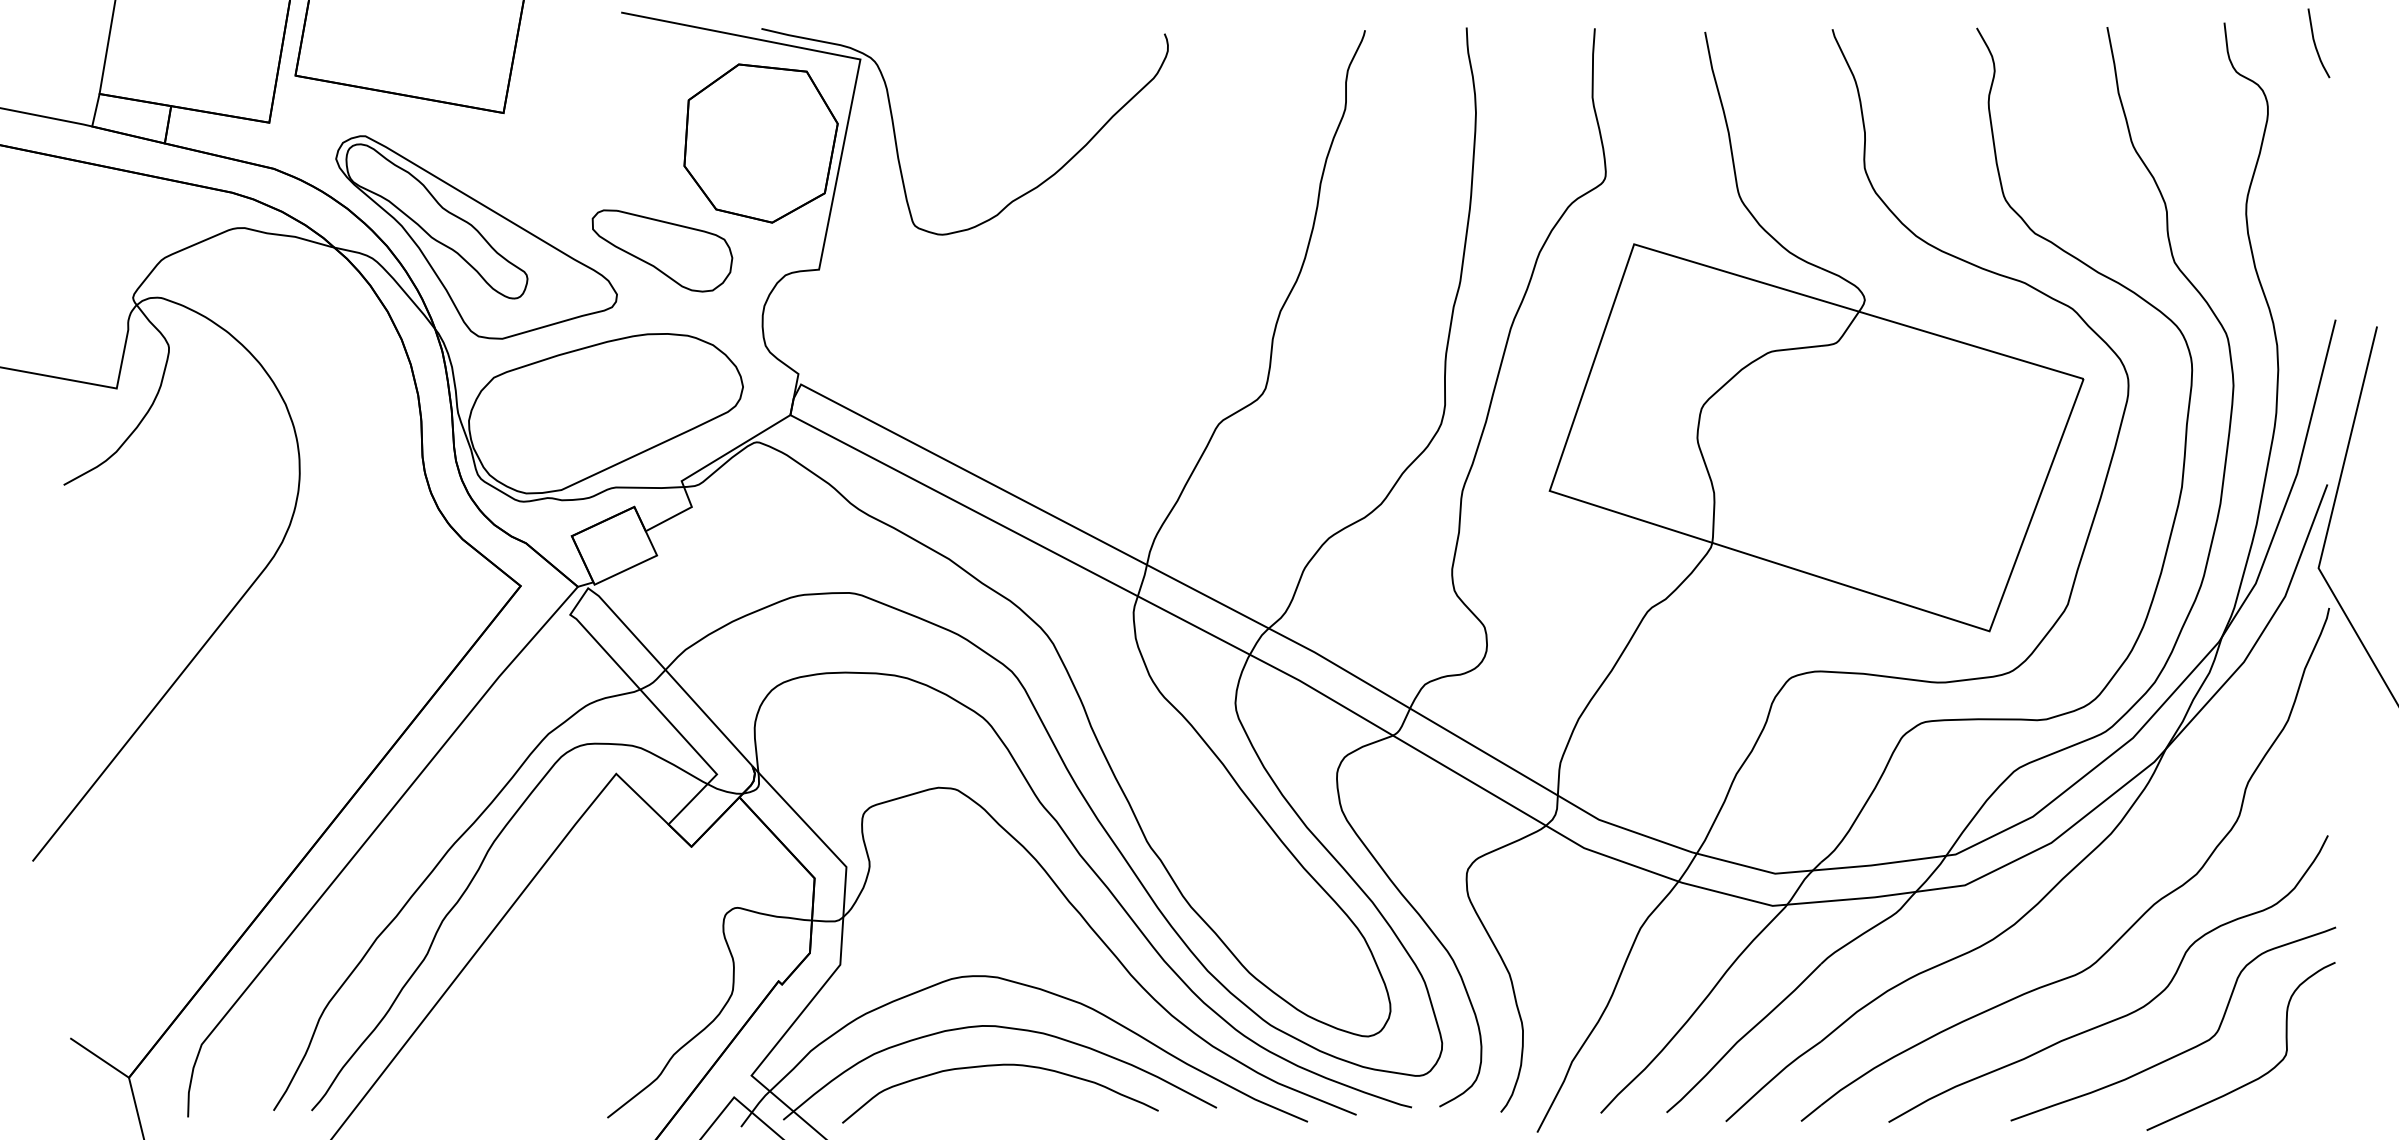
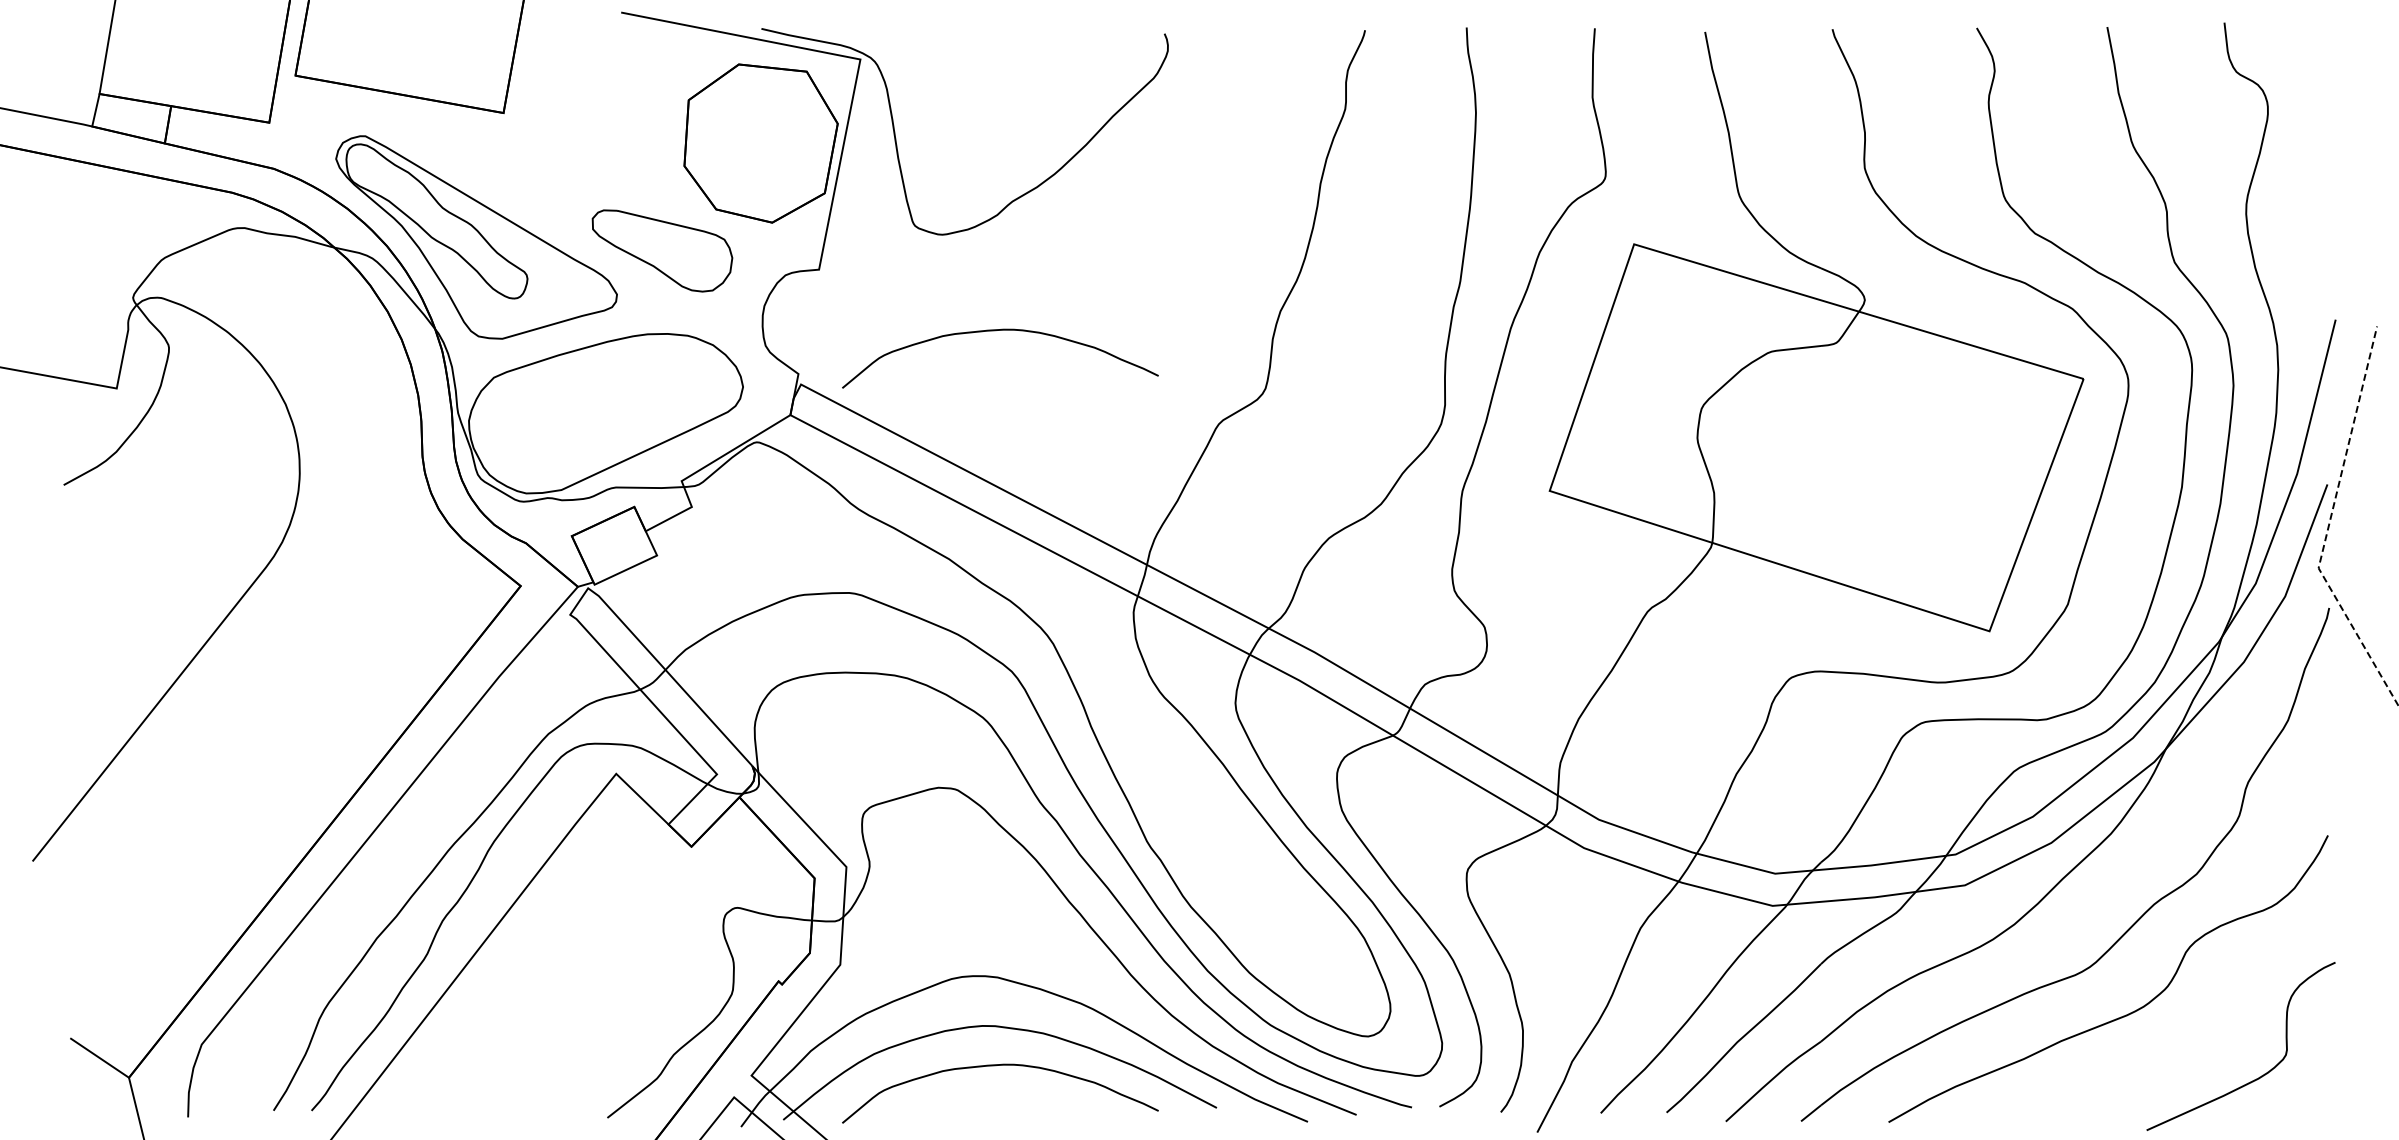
curve at (2316, 45): present -> none
curve at (995, 331): none -> present
line at (2328, 525): solid -> dashed
curve at (2187, 1049): present -> none
